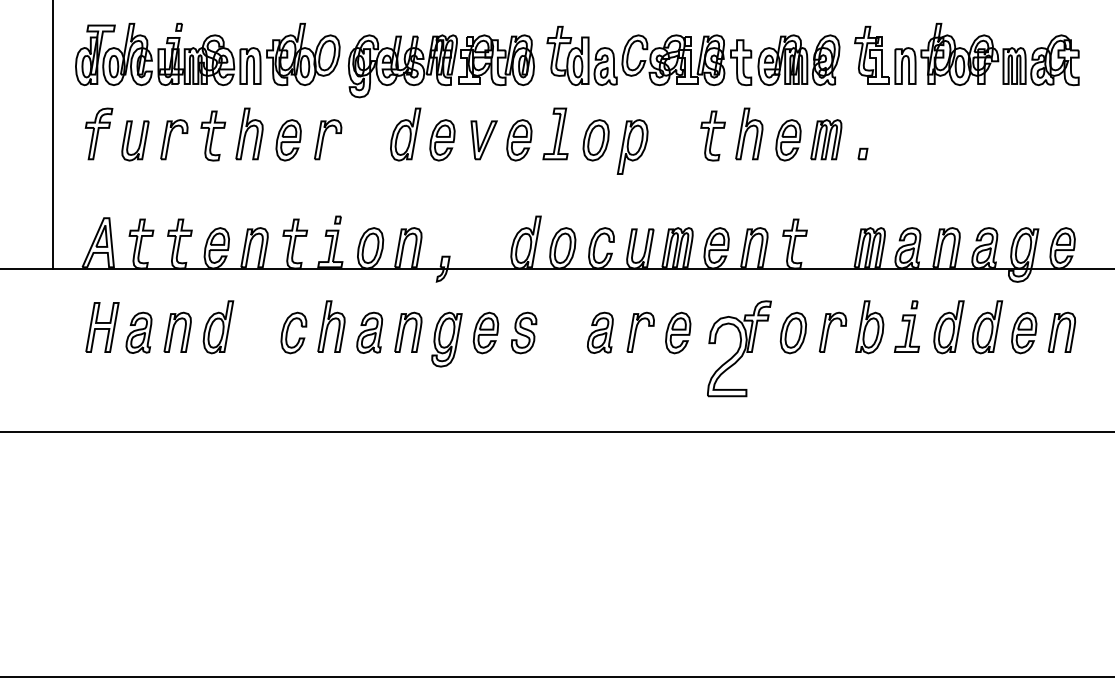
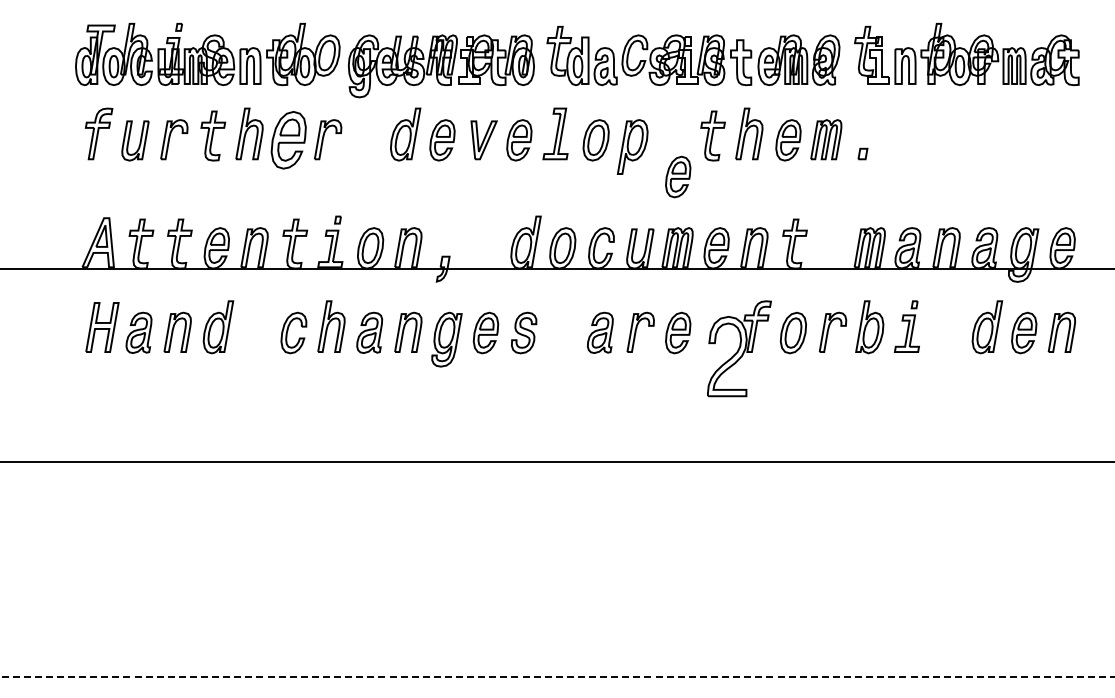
line at (53, 135): present -> none
part at (288, 140) size: 27x43 px -> 37x59 px
part at (678, 176): none -> present
part at (948, 327): present -> none
line at (556, 431) position: (556, 431) -> (556, 461)
line at (558, 677): solid -> dashed
